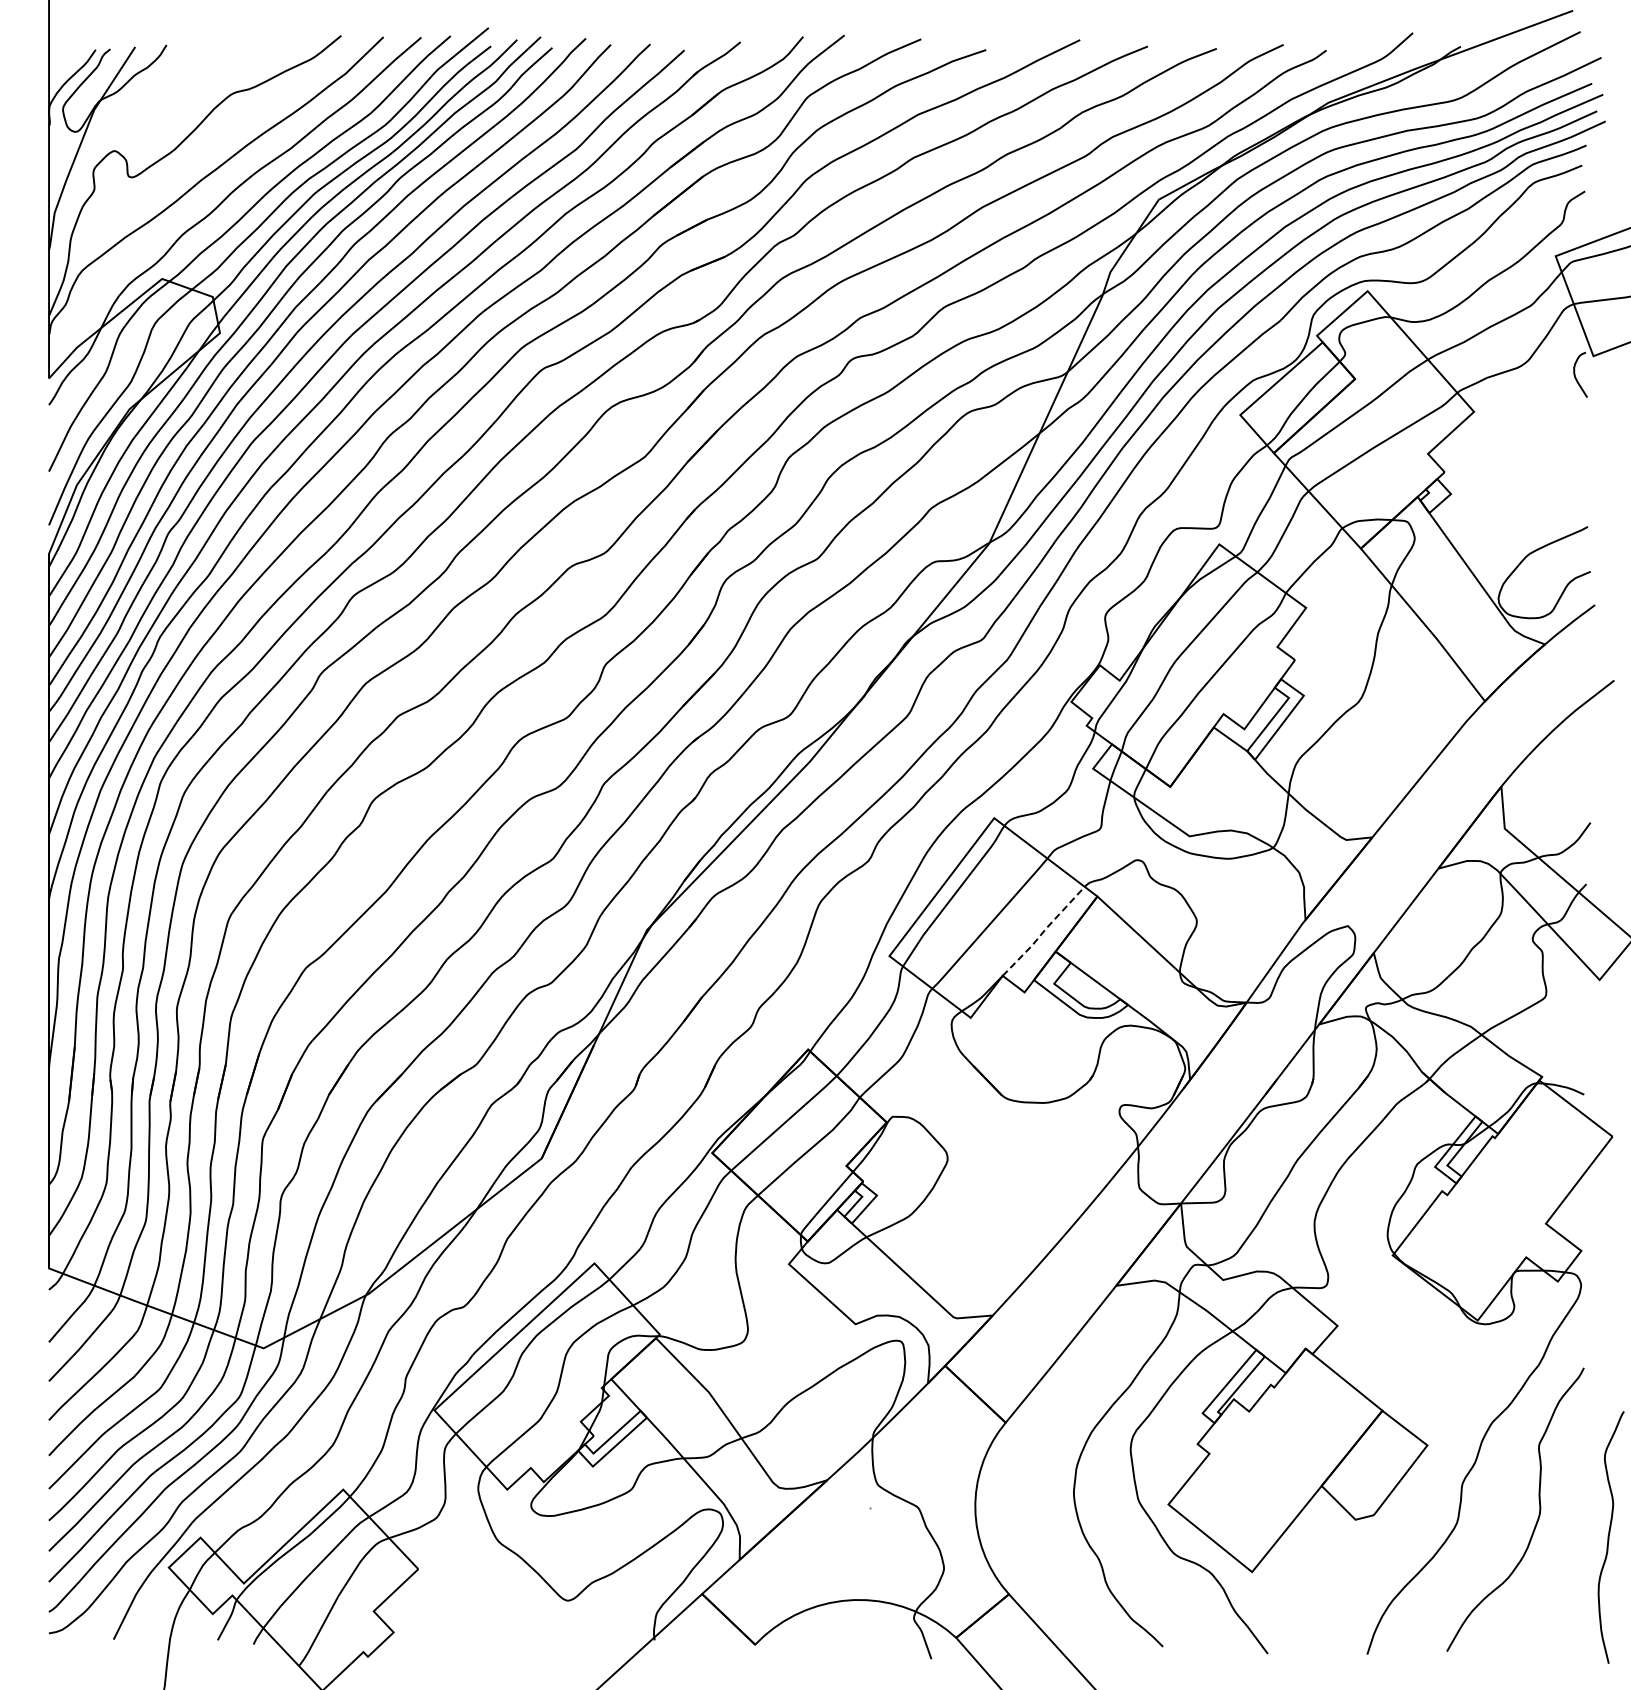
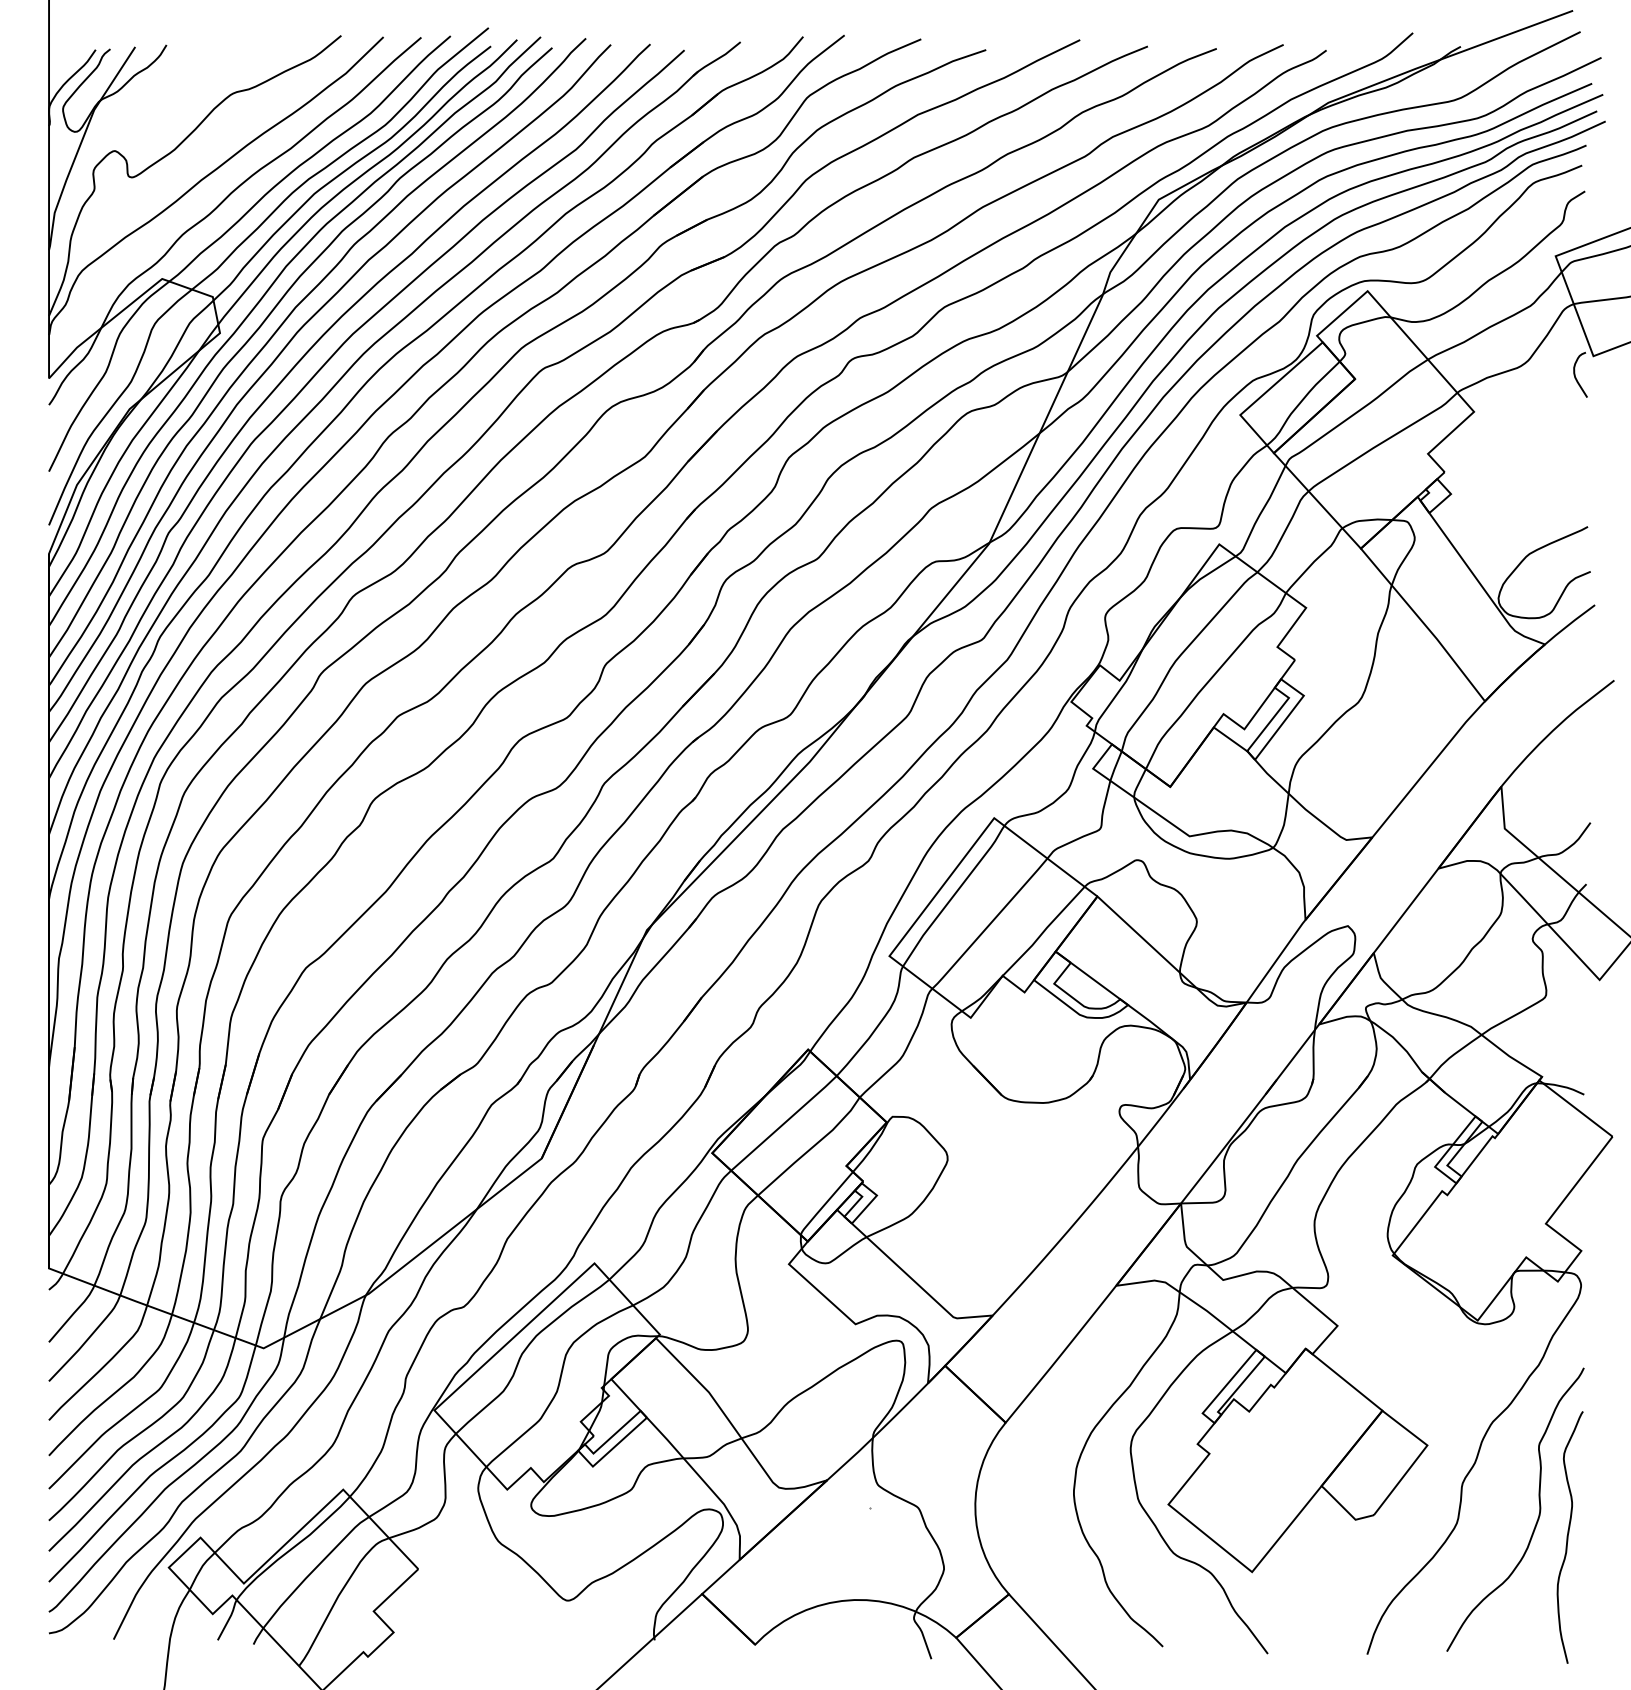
line at (1043, 931): dashed -> solid
curve at (1609, 1537) position: (1609, 1537) -> (1568, 1537)
